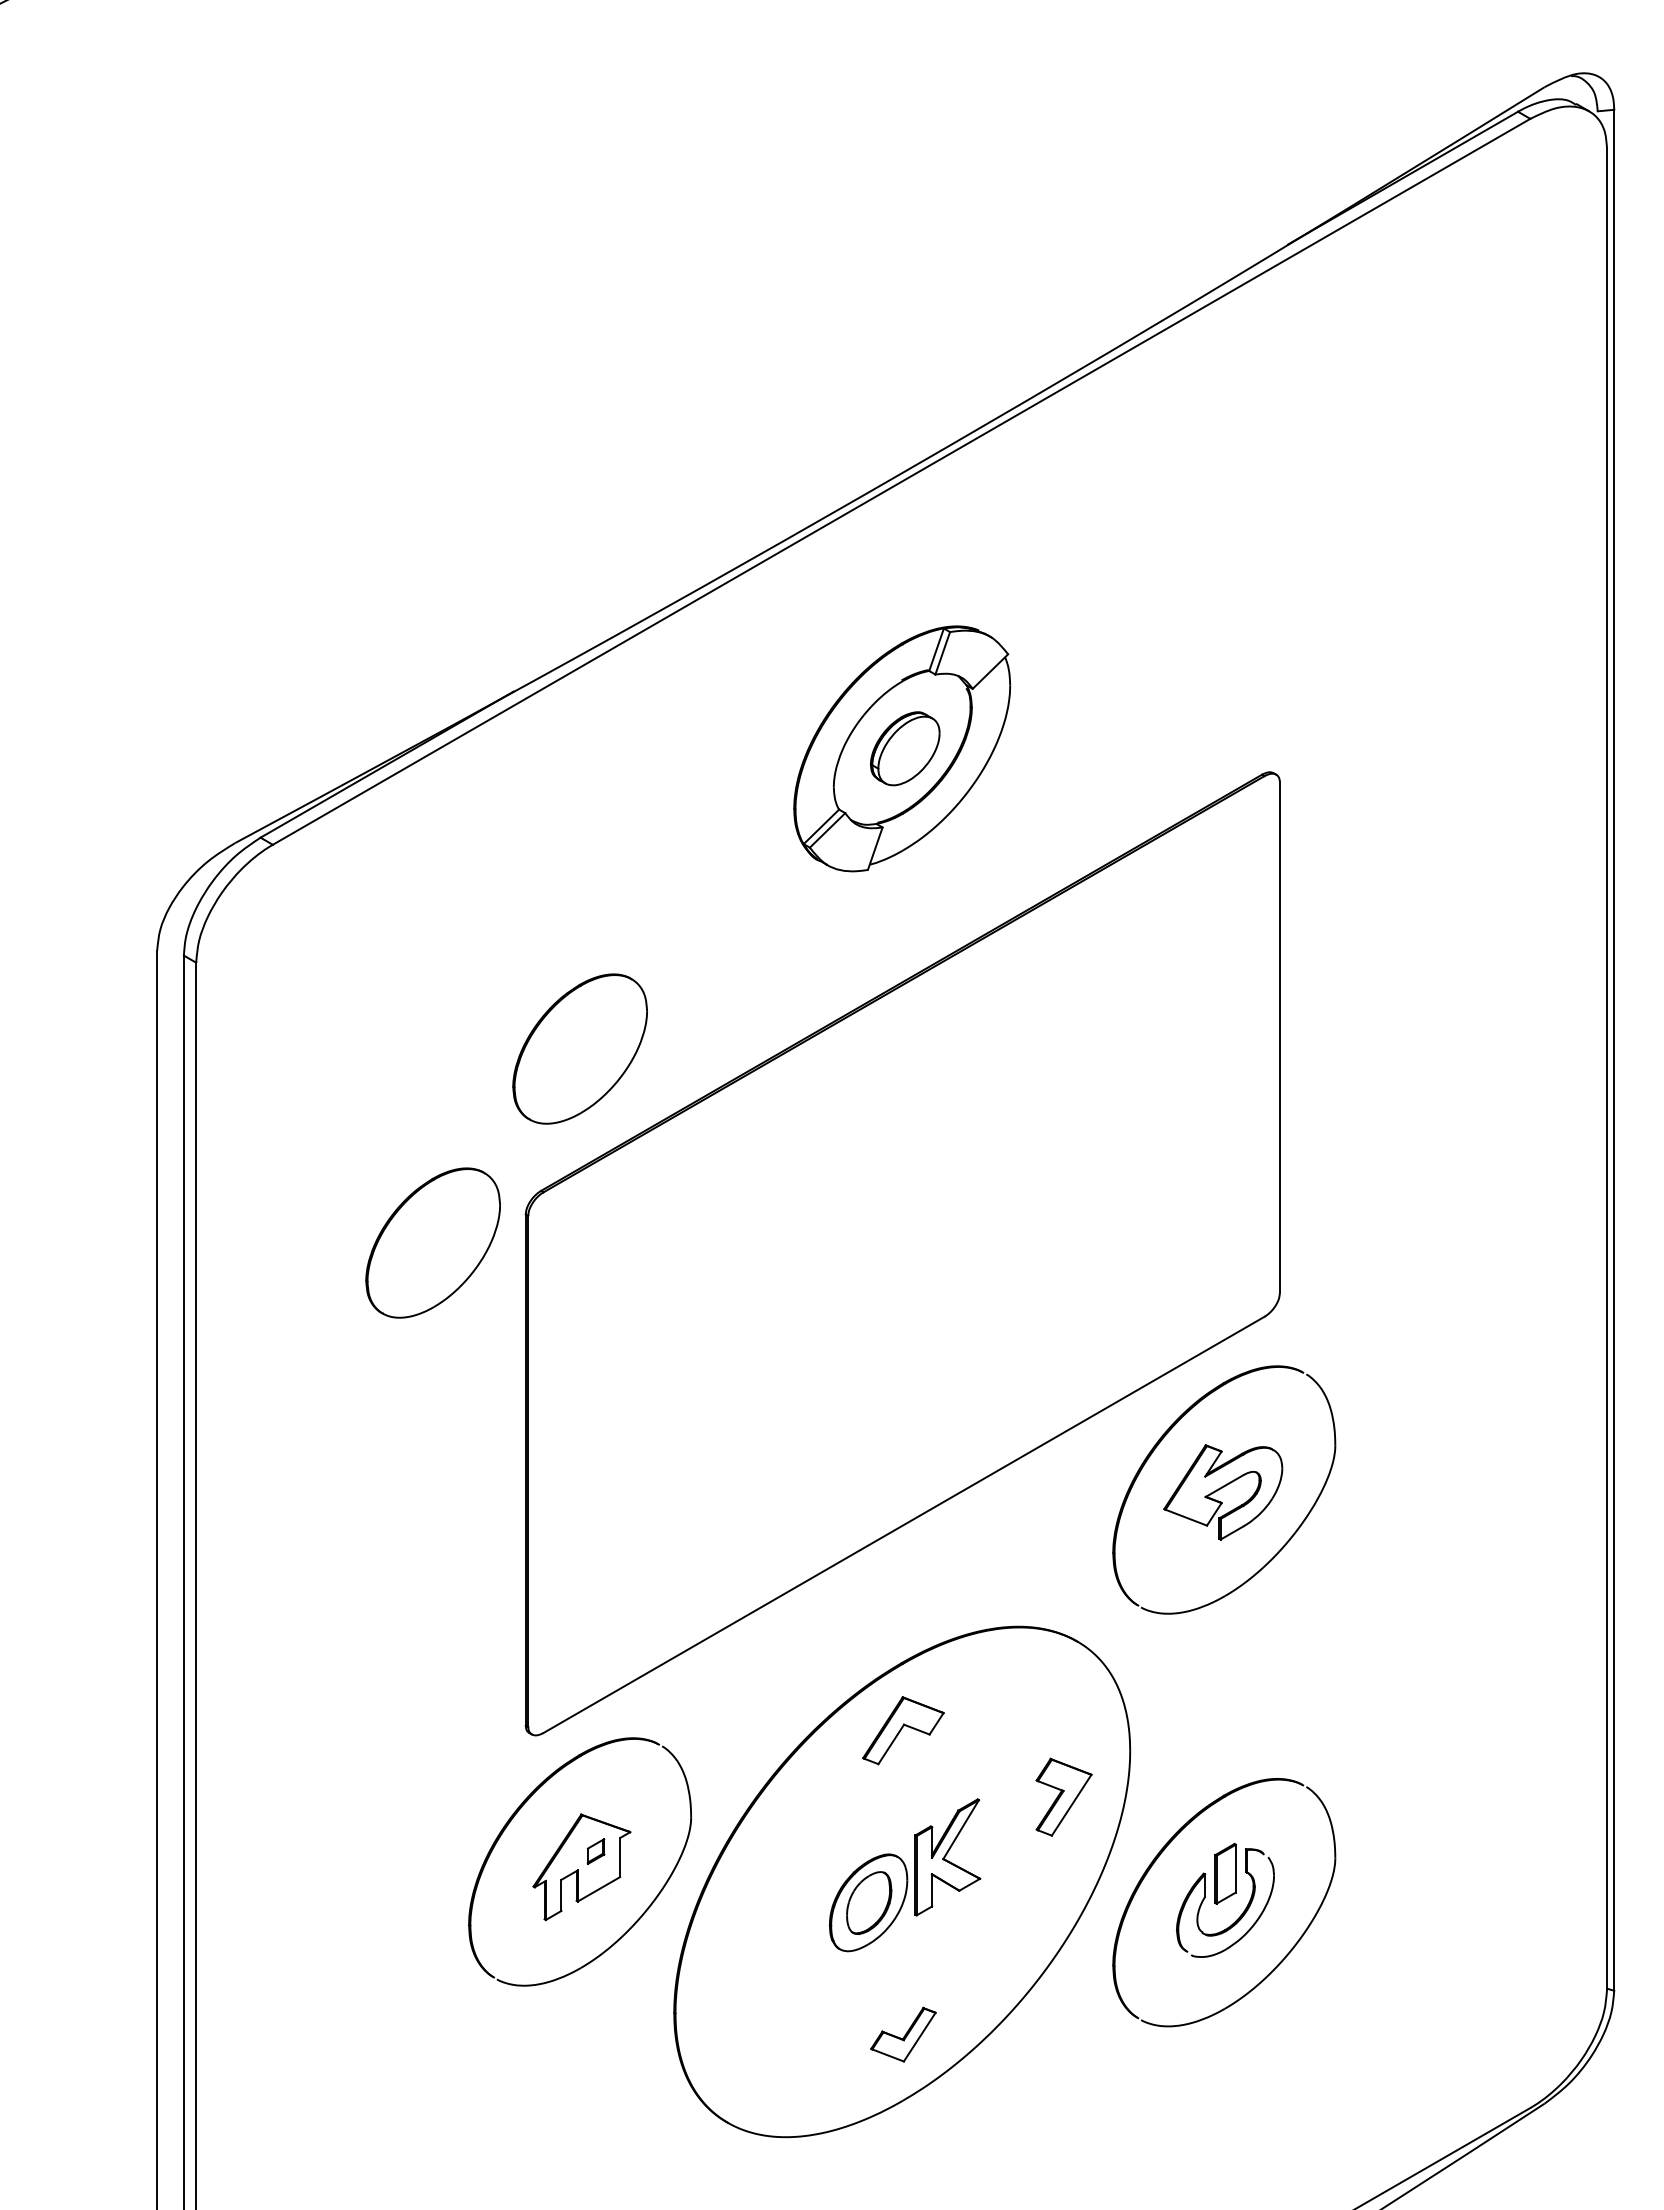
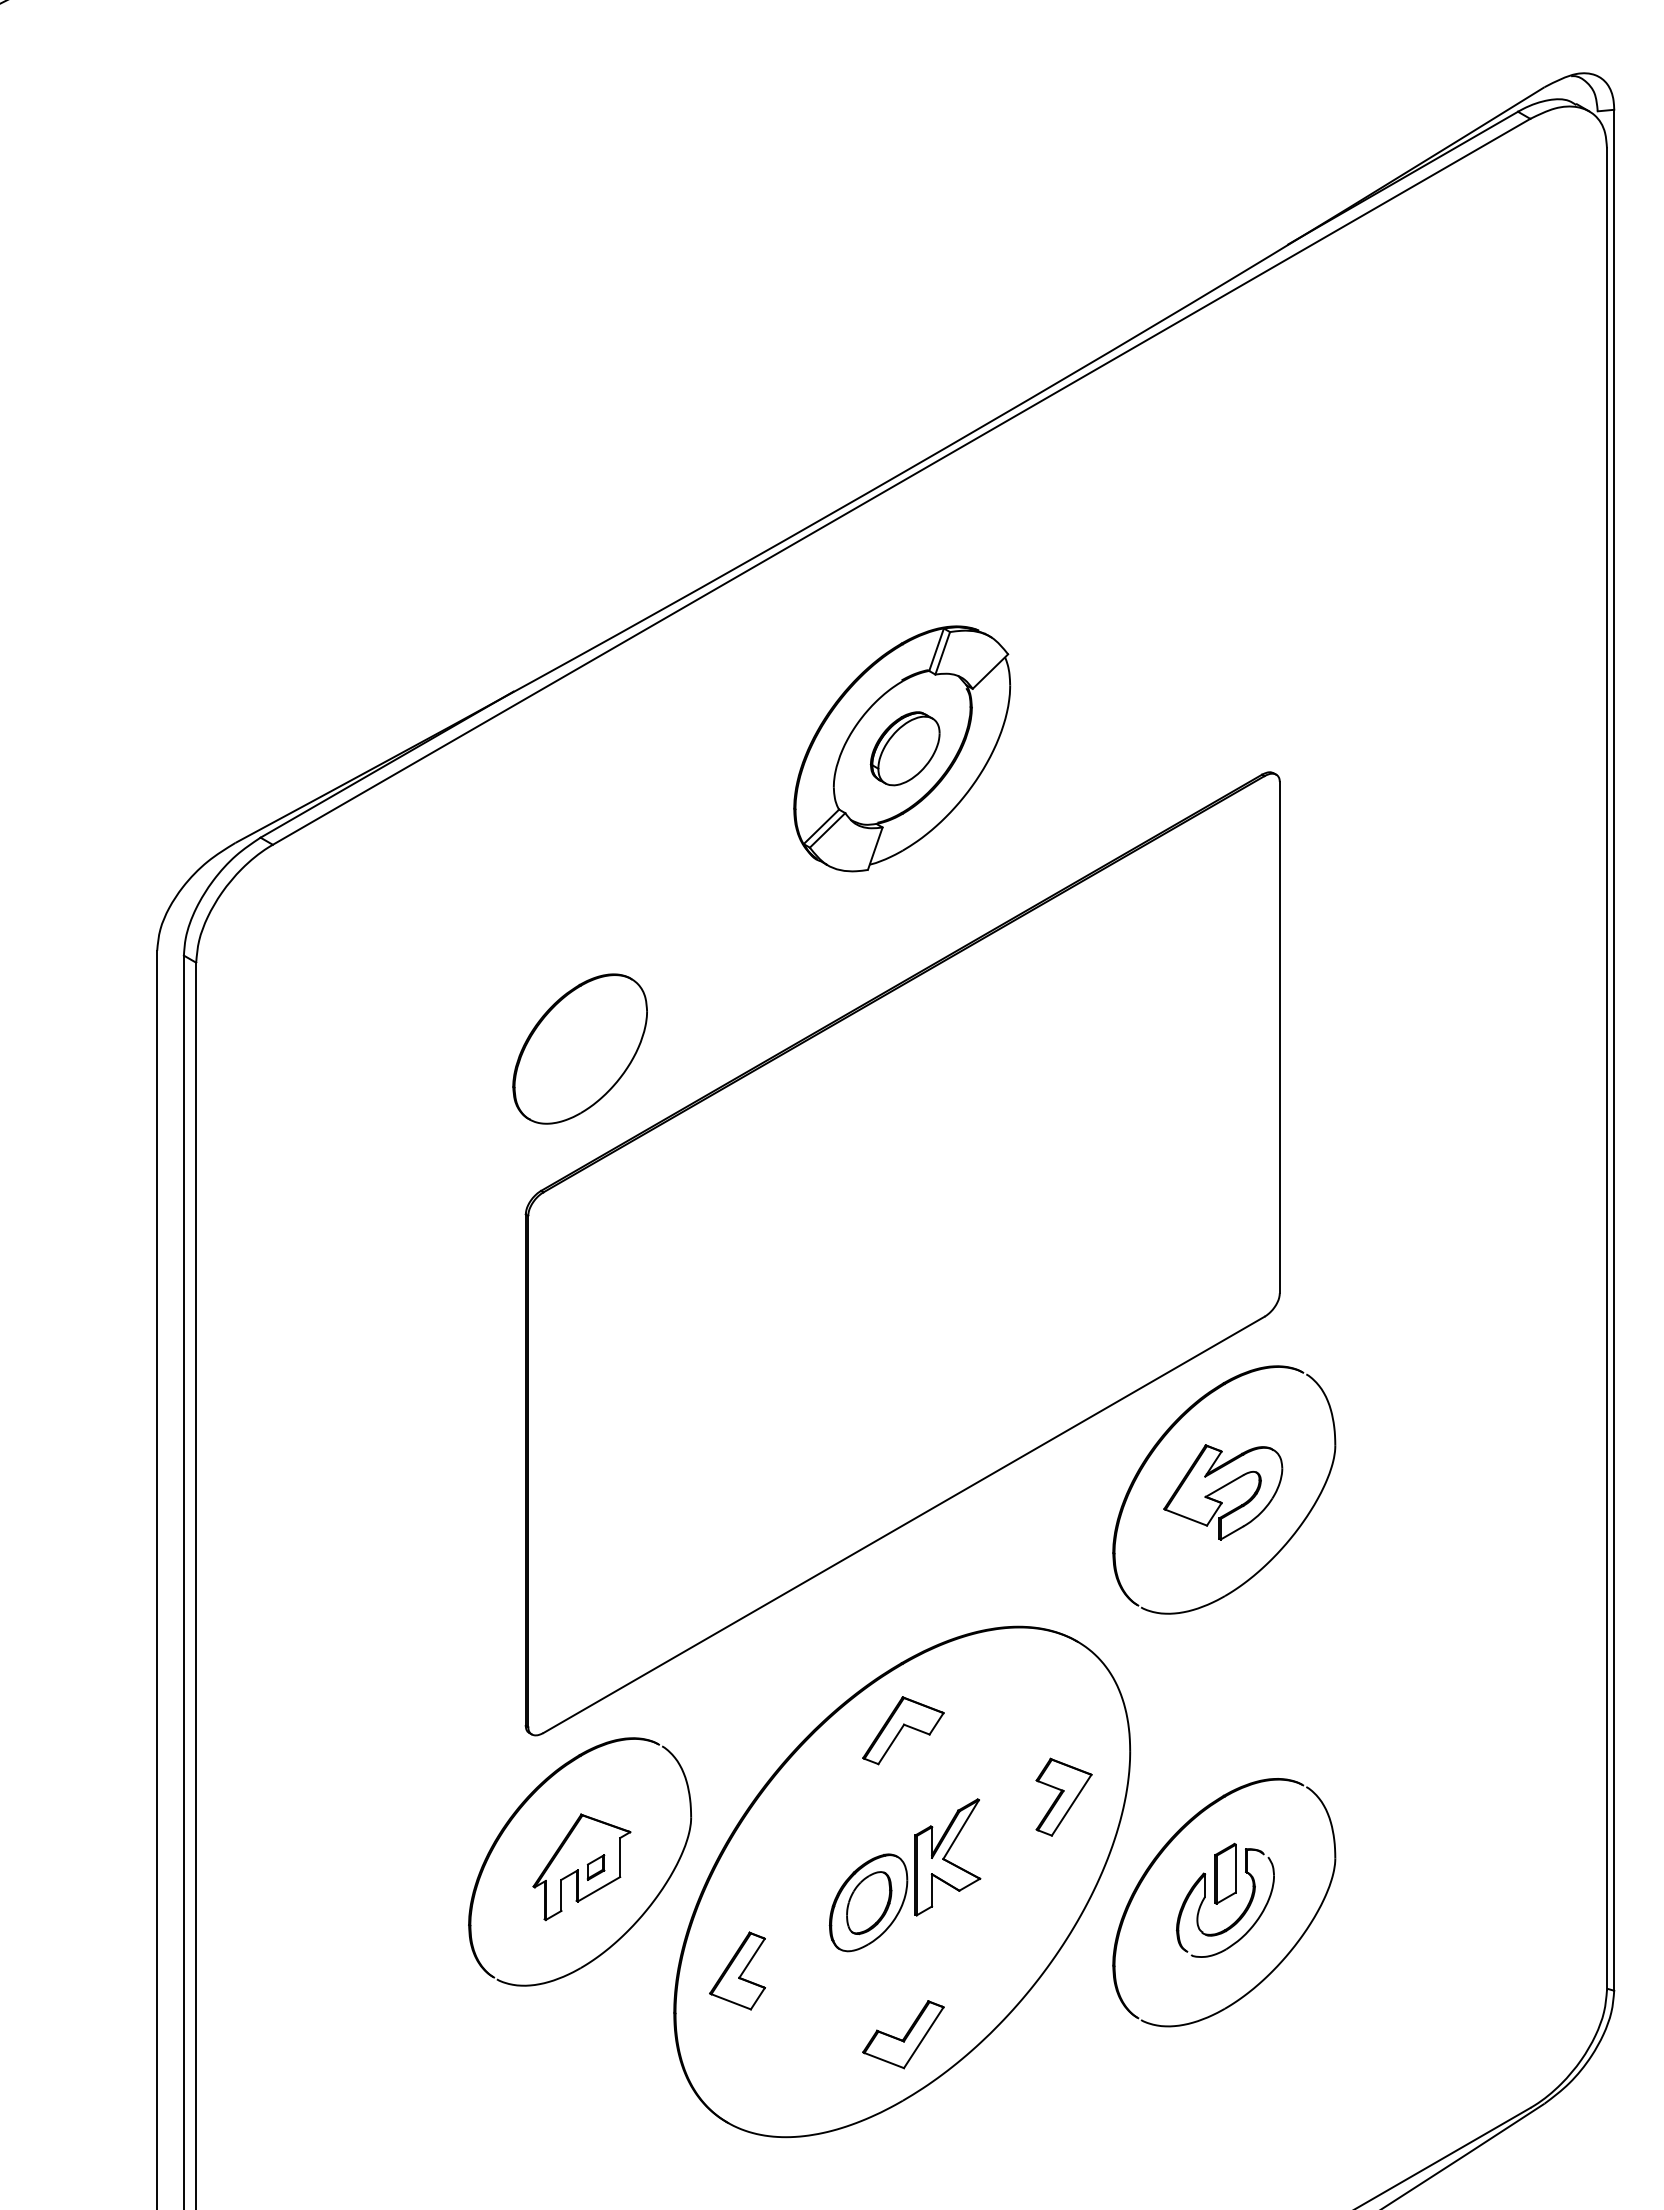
part at (432, 1242): present -> none
part at (595, 1851) position: (595, 1851) -> (595, 1867)
part at (737, 1970): none -> present
part at (903, 2034) size: 67x57 px -> 83x70 px
